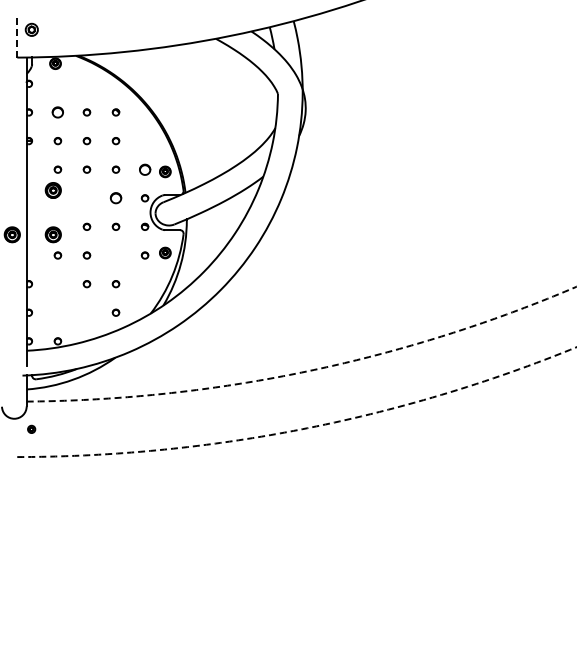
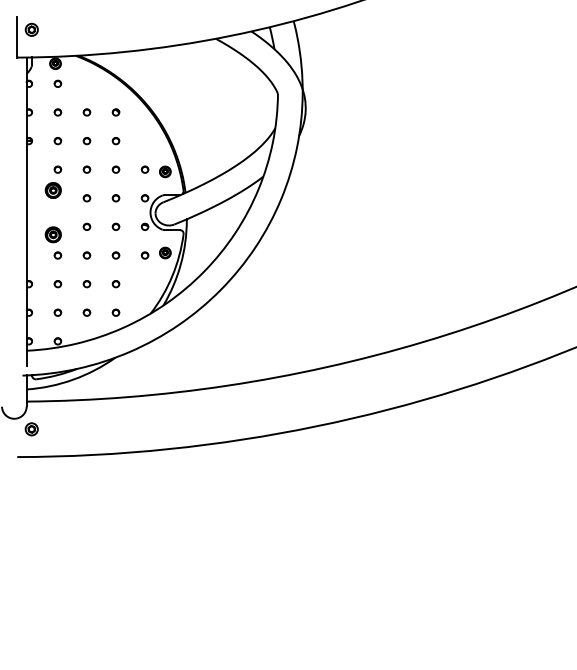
line at (17, 36): dashed -> solid
part at (57, 83): none -> present
part at (57, 112) size: 13x13 px -> 10x9 px
part at (145, 169) size: 13x13 px -> 10x9 px
part at (86, 198): none -> present
part at (115, 198) size: 14x13 px -> 10x9 px
part at (11, 234): present -> none
part at (115, 255): none -> present
part at (57, 284): none -> present
part at (57, 312): none -> present
part at (86, 312): none -> present
arc at (308, 371): dashed -> solid
part at (31, 428) size: 10x10 px -> 15x15 px
arc at (302, 429): dashed -> solid
